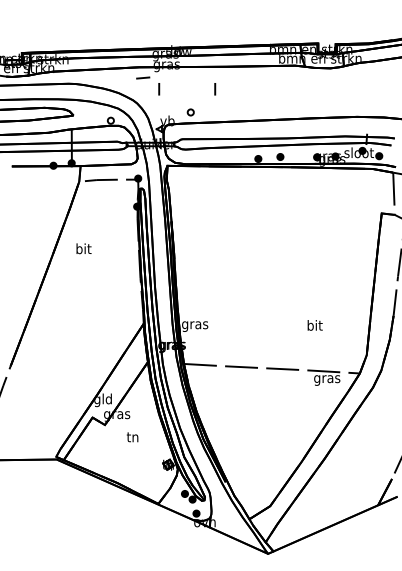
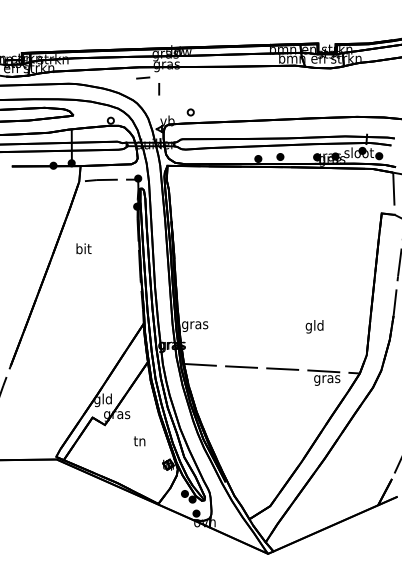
line at (215, 89): present -> none
text at (314, 326): bit -> gld
text at (132, 437) position: (132, 437) -> (139, 441)
